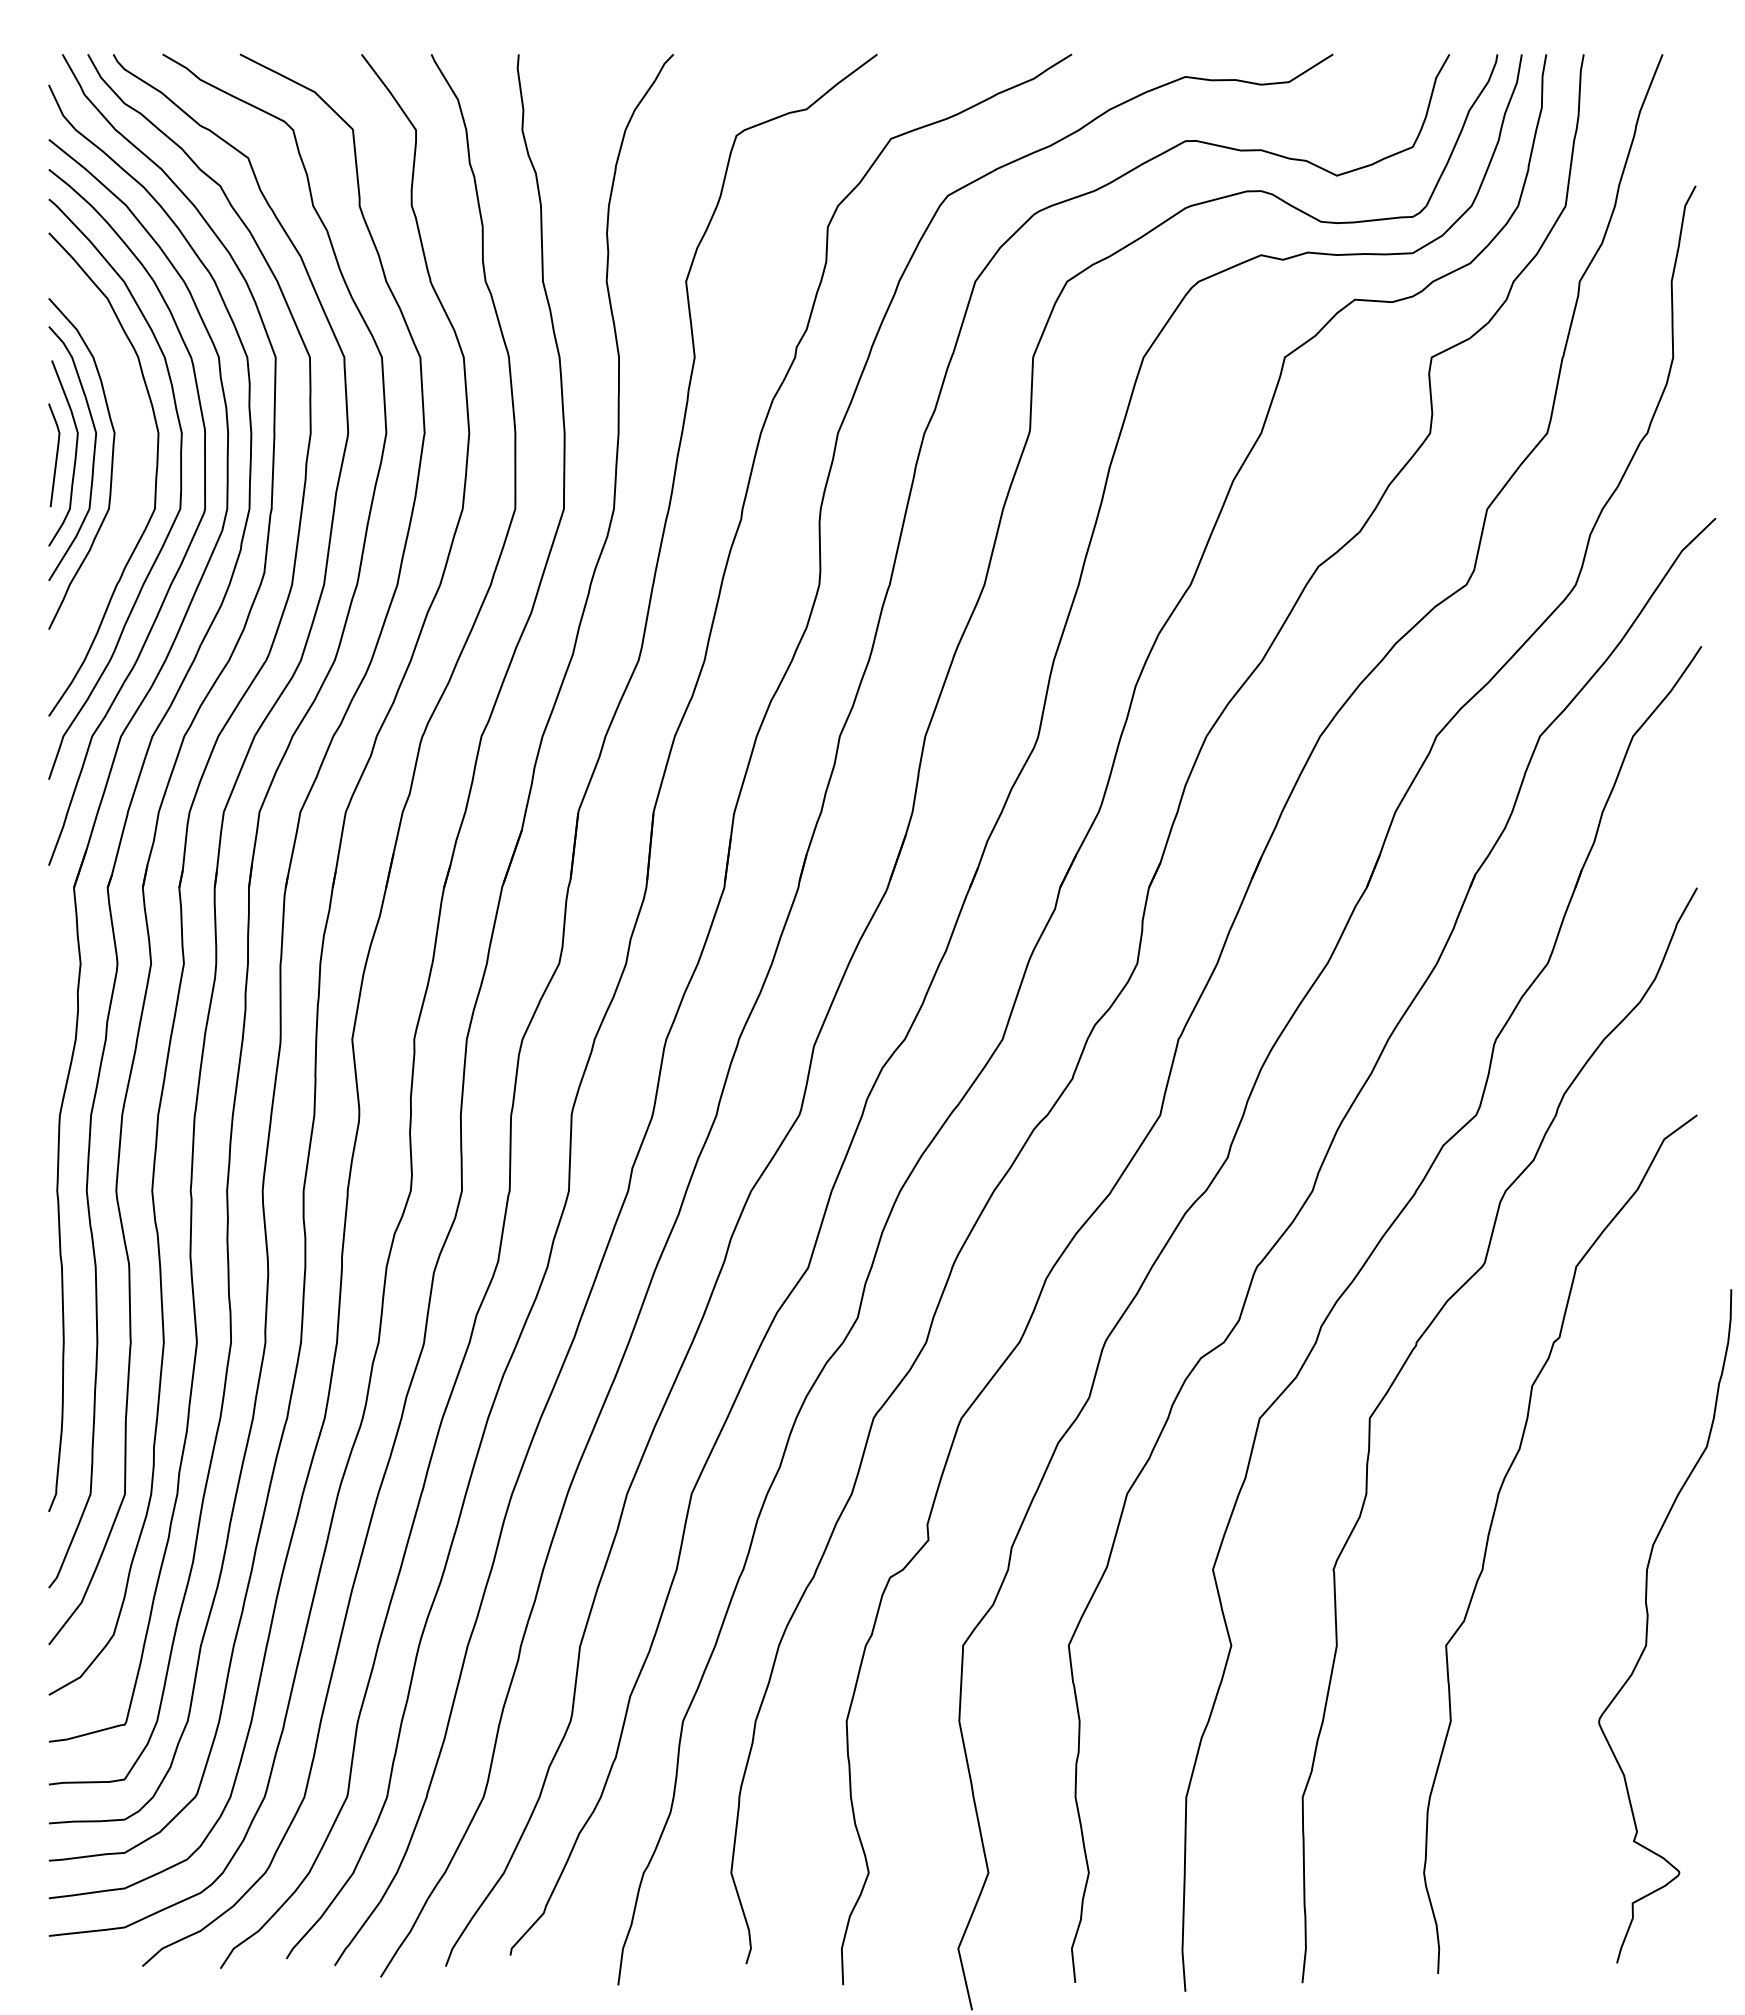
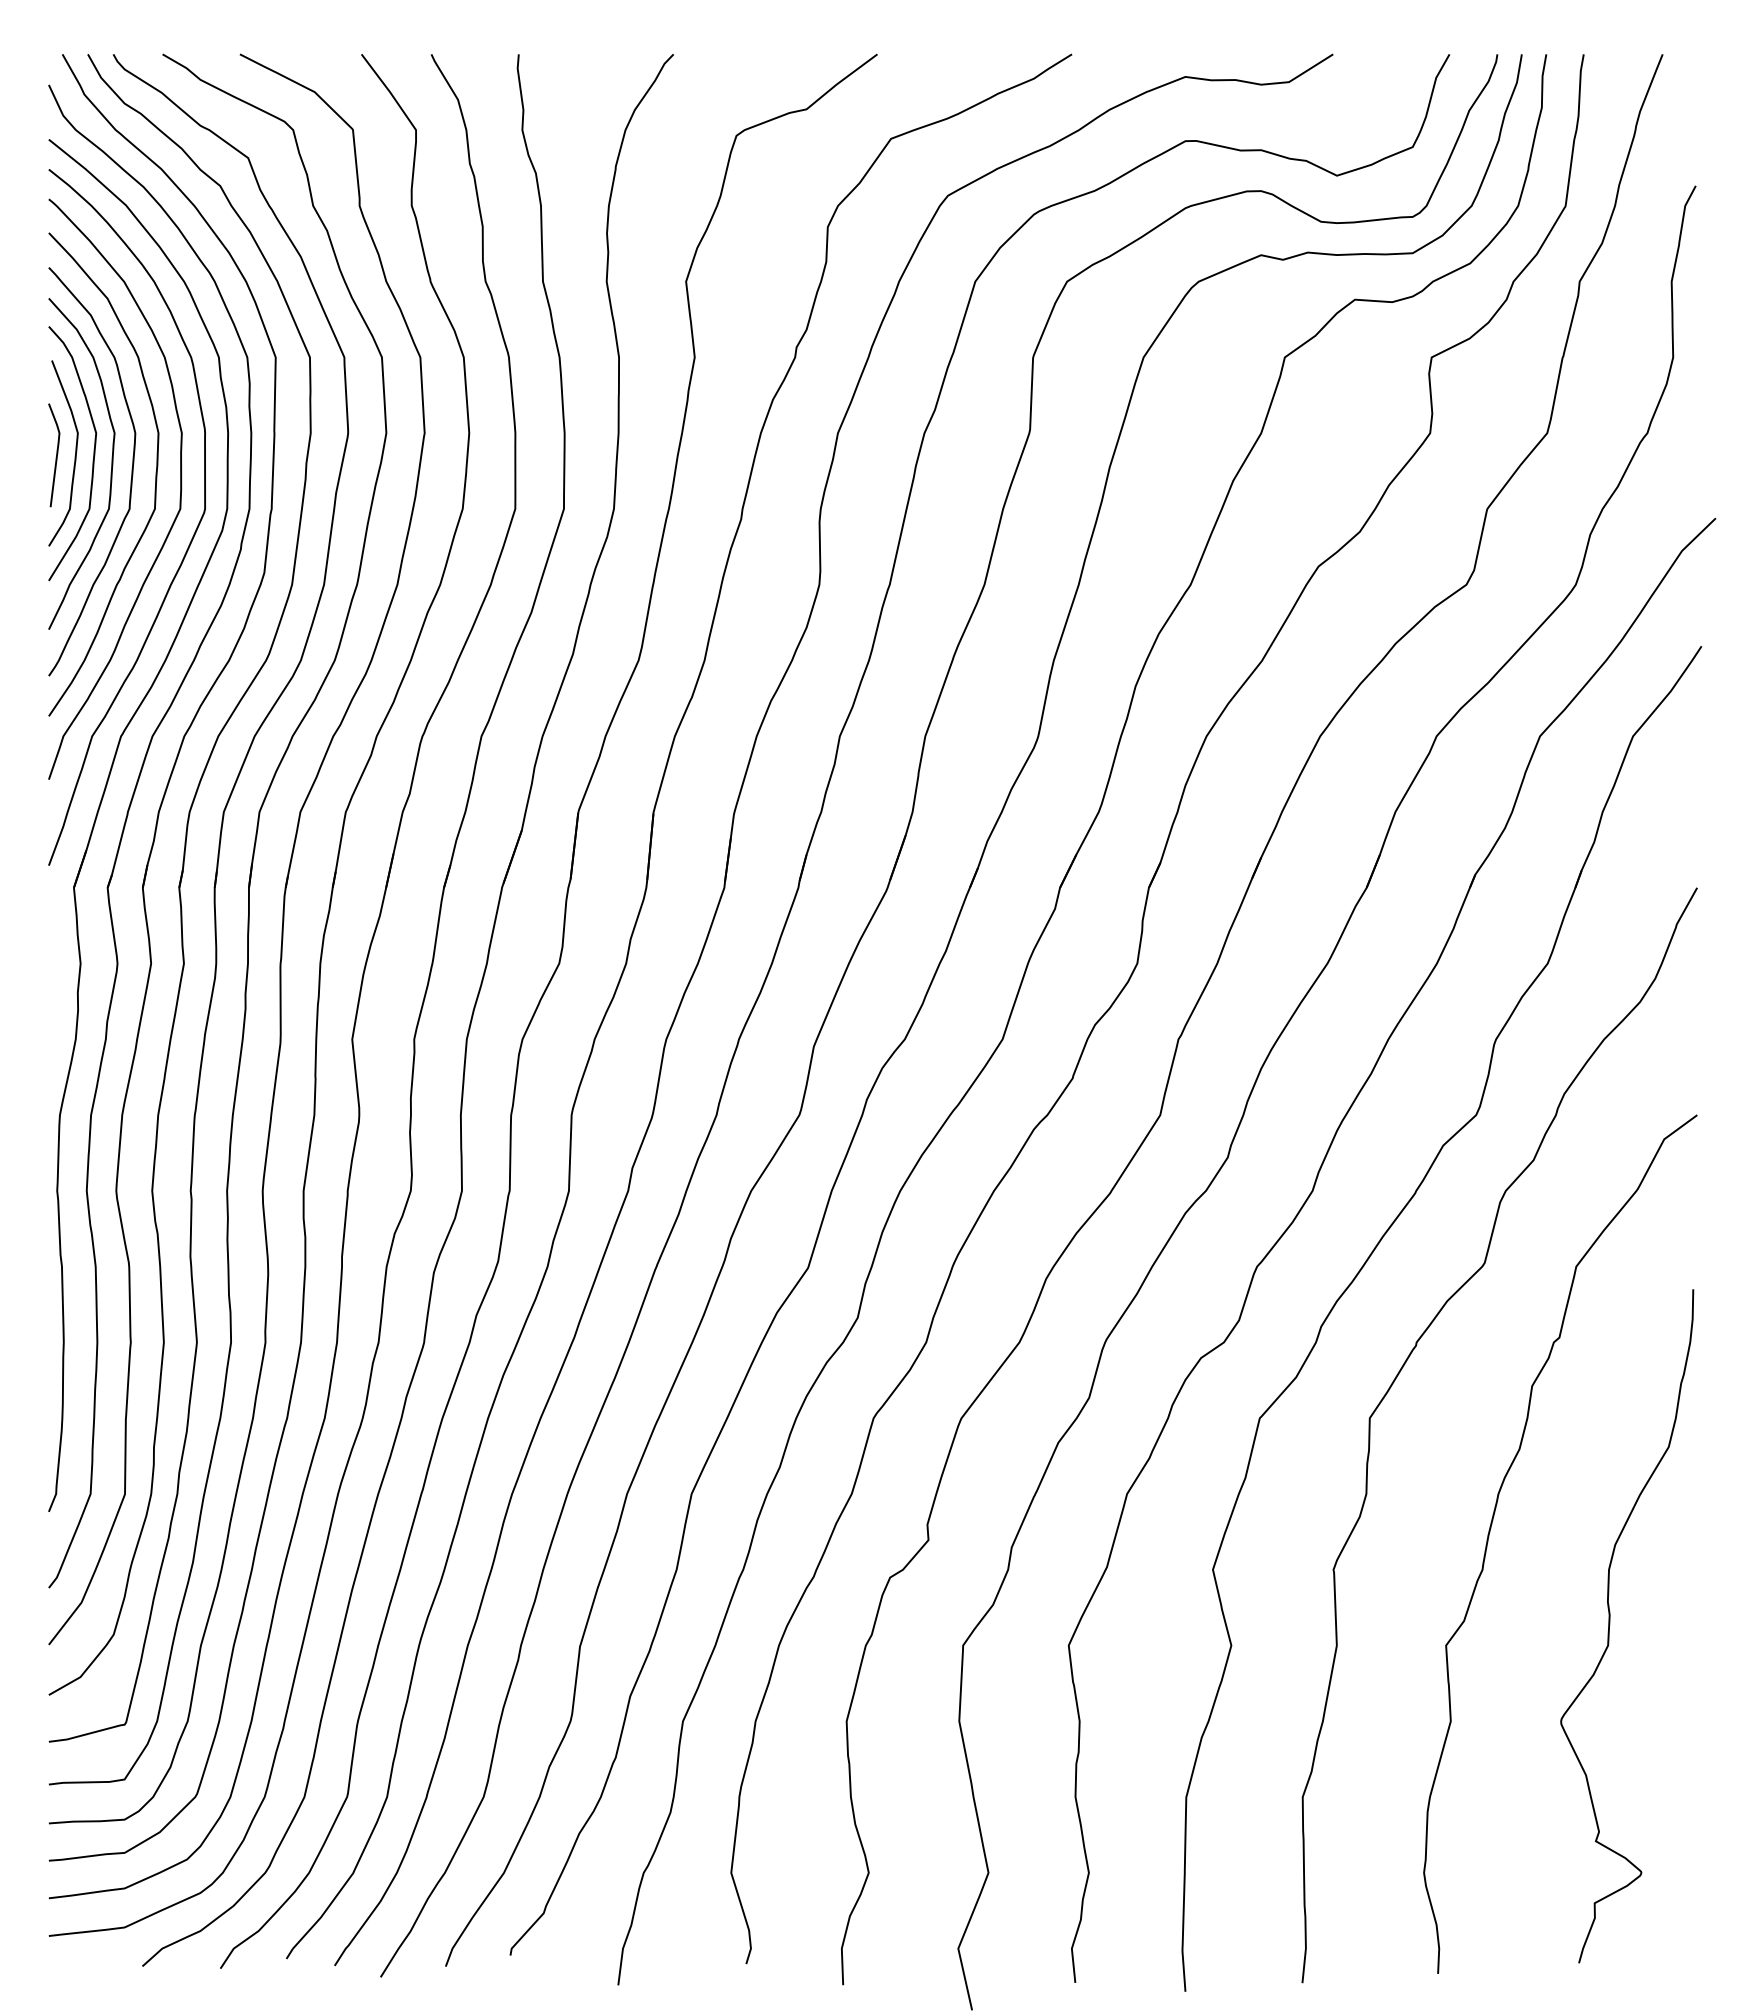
curve at (131, 471): none -> present
curve at (1648, 1625) position: (1648, 1625) -> (1610, 1625)
